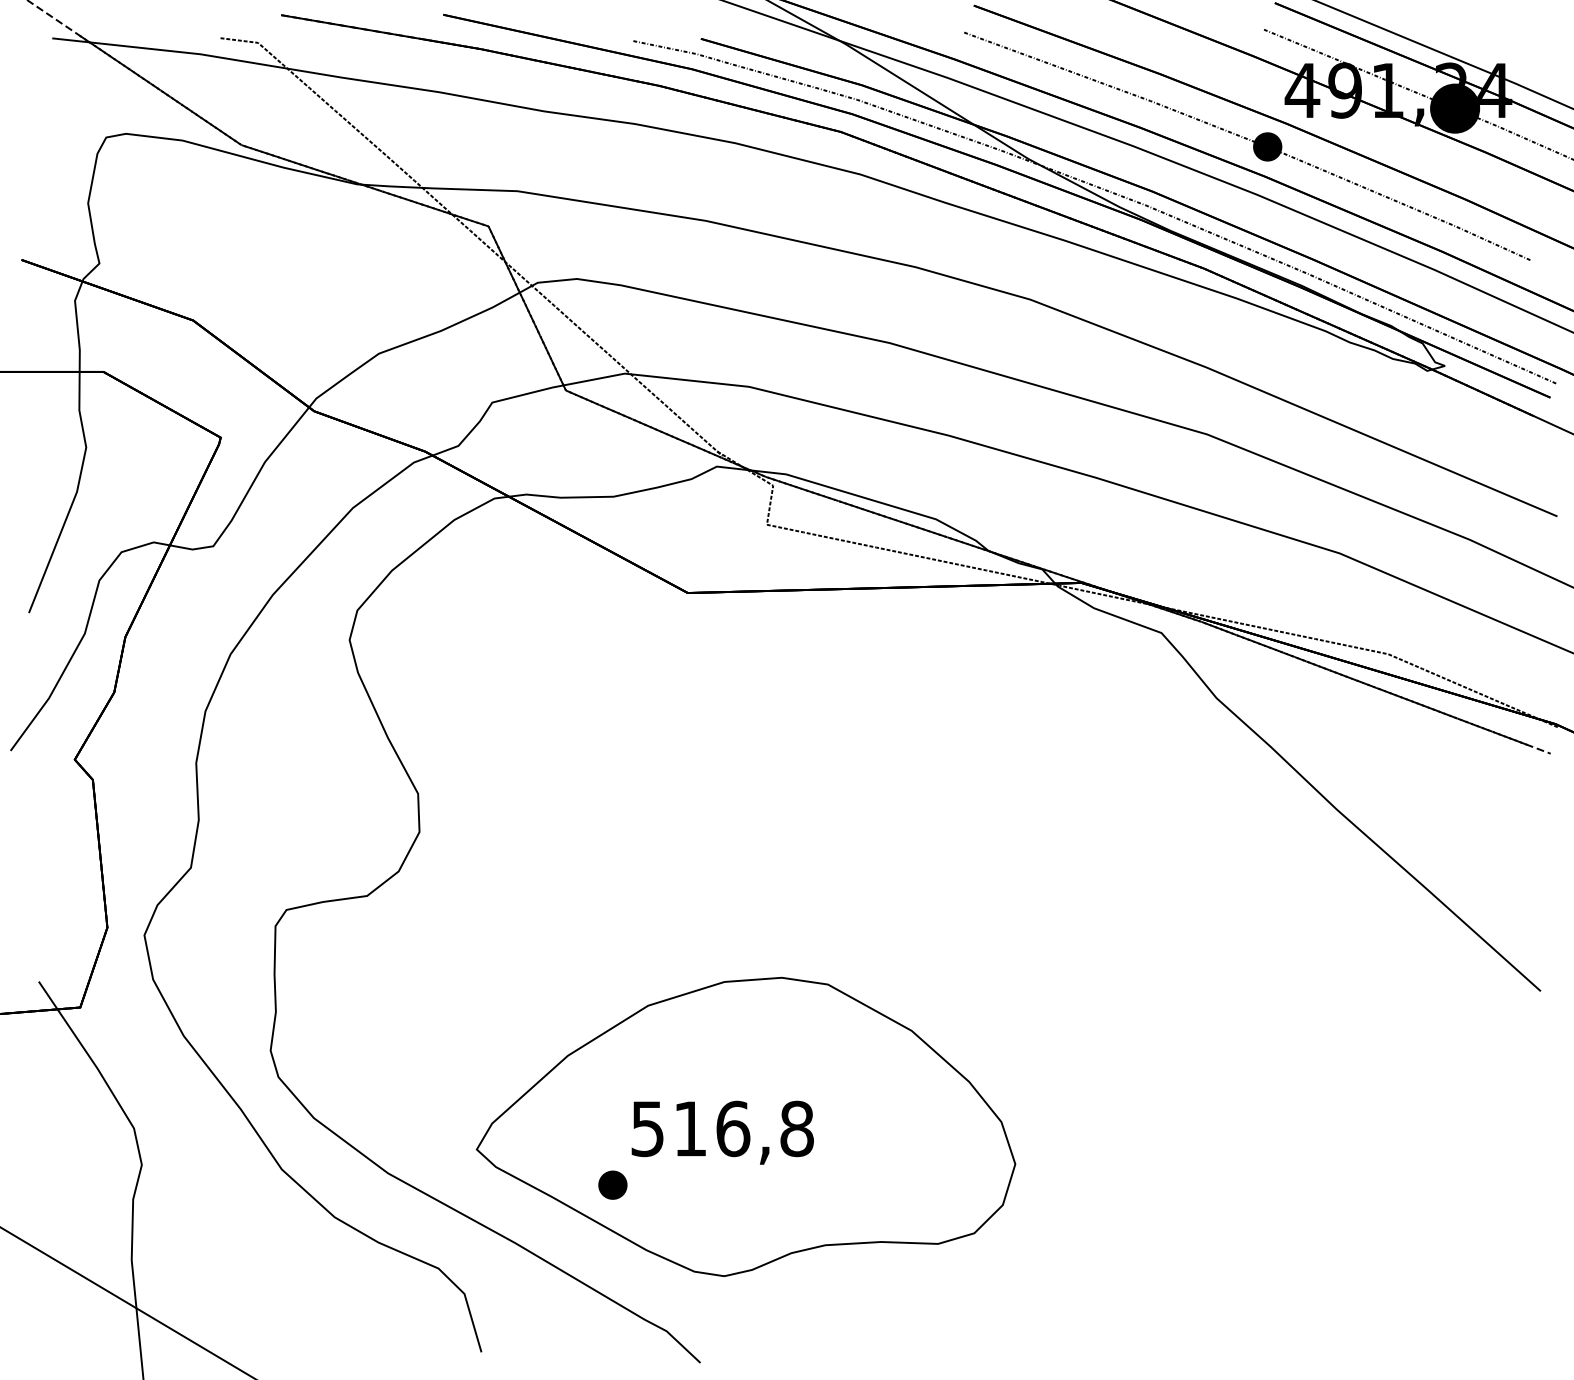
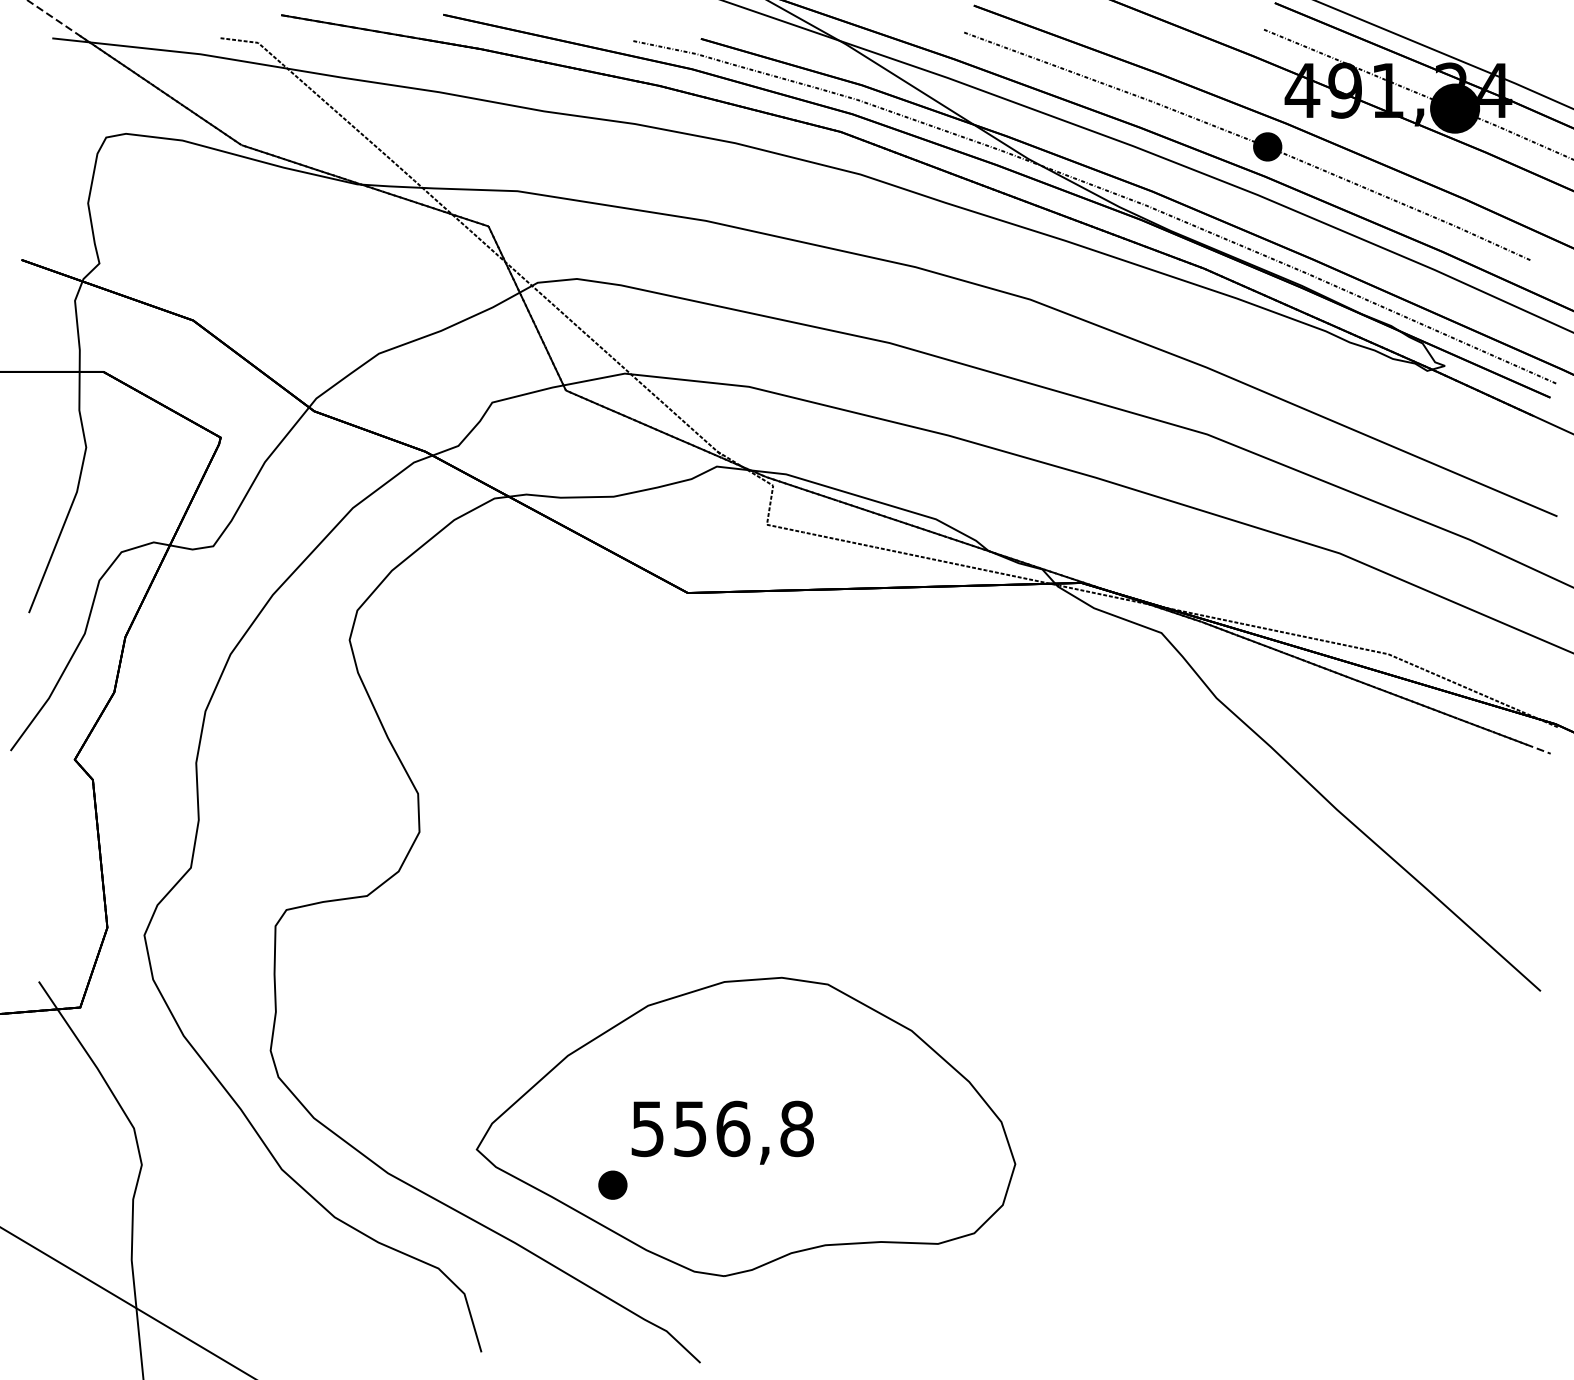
text at (690, 1129): 516,8 -> 556,8
